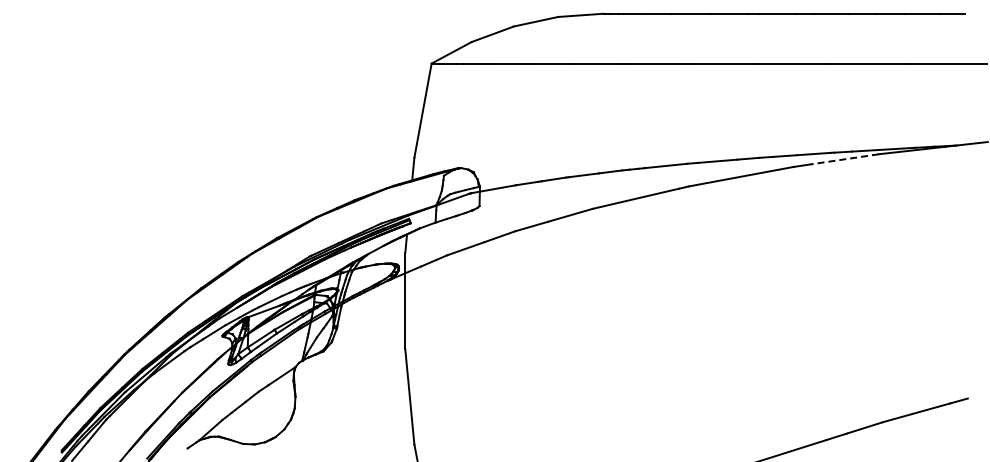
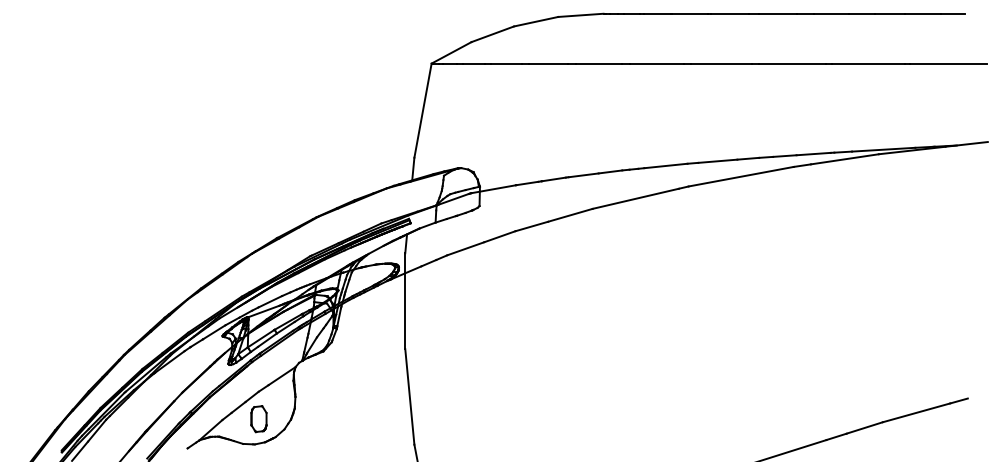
line at (844, 159): dashed -> solid
part at (258, 419): none -> present
